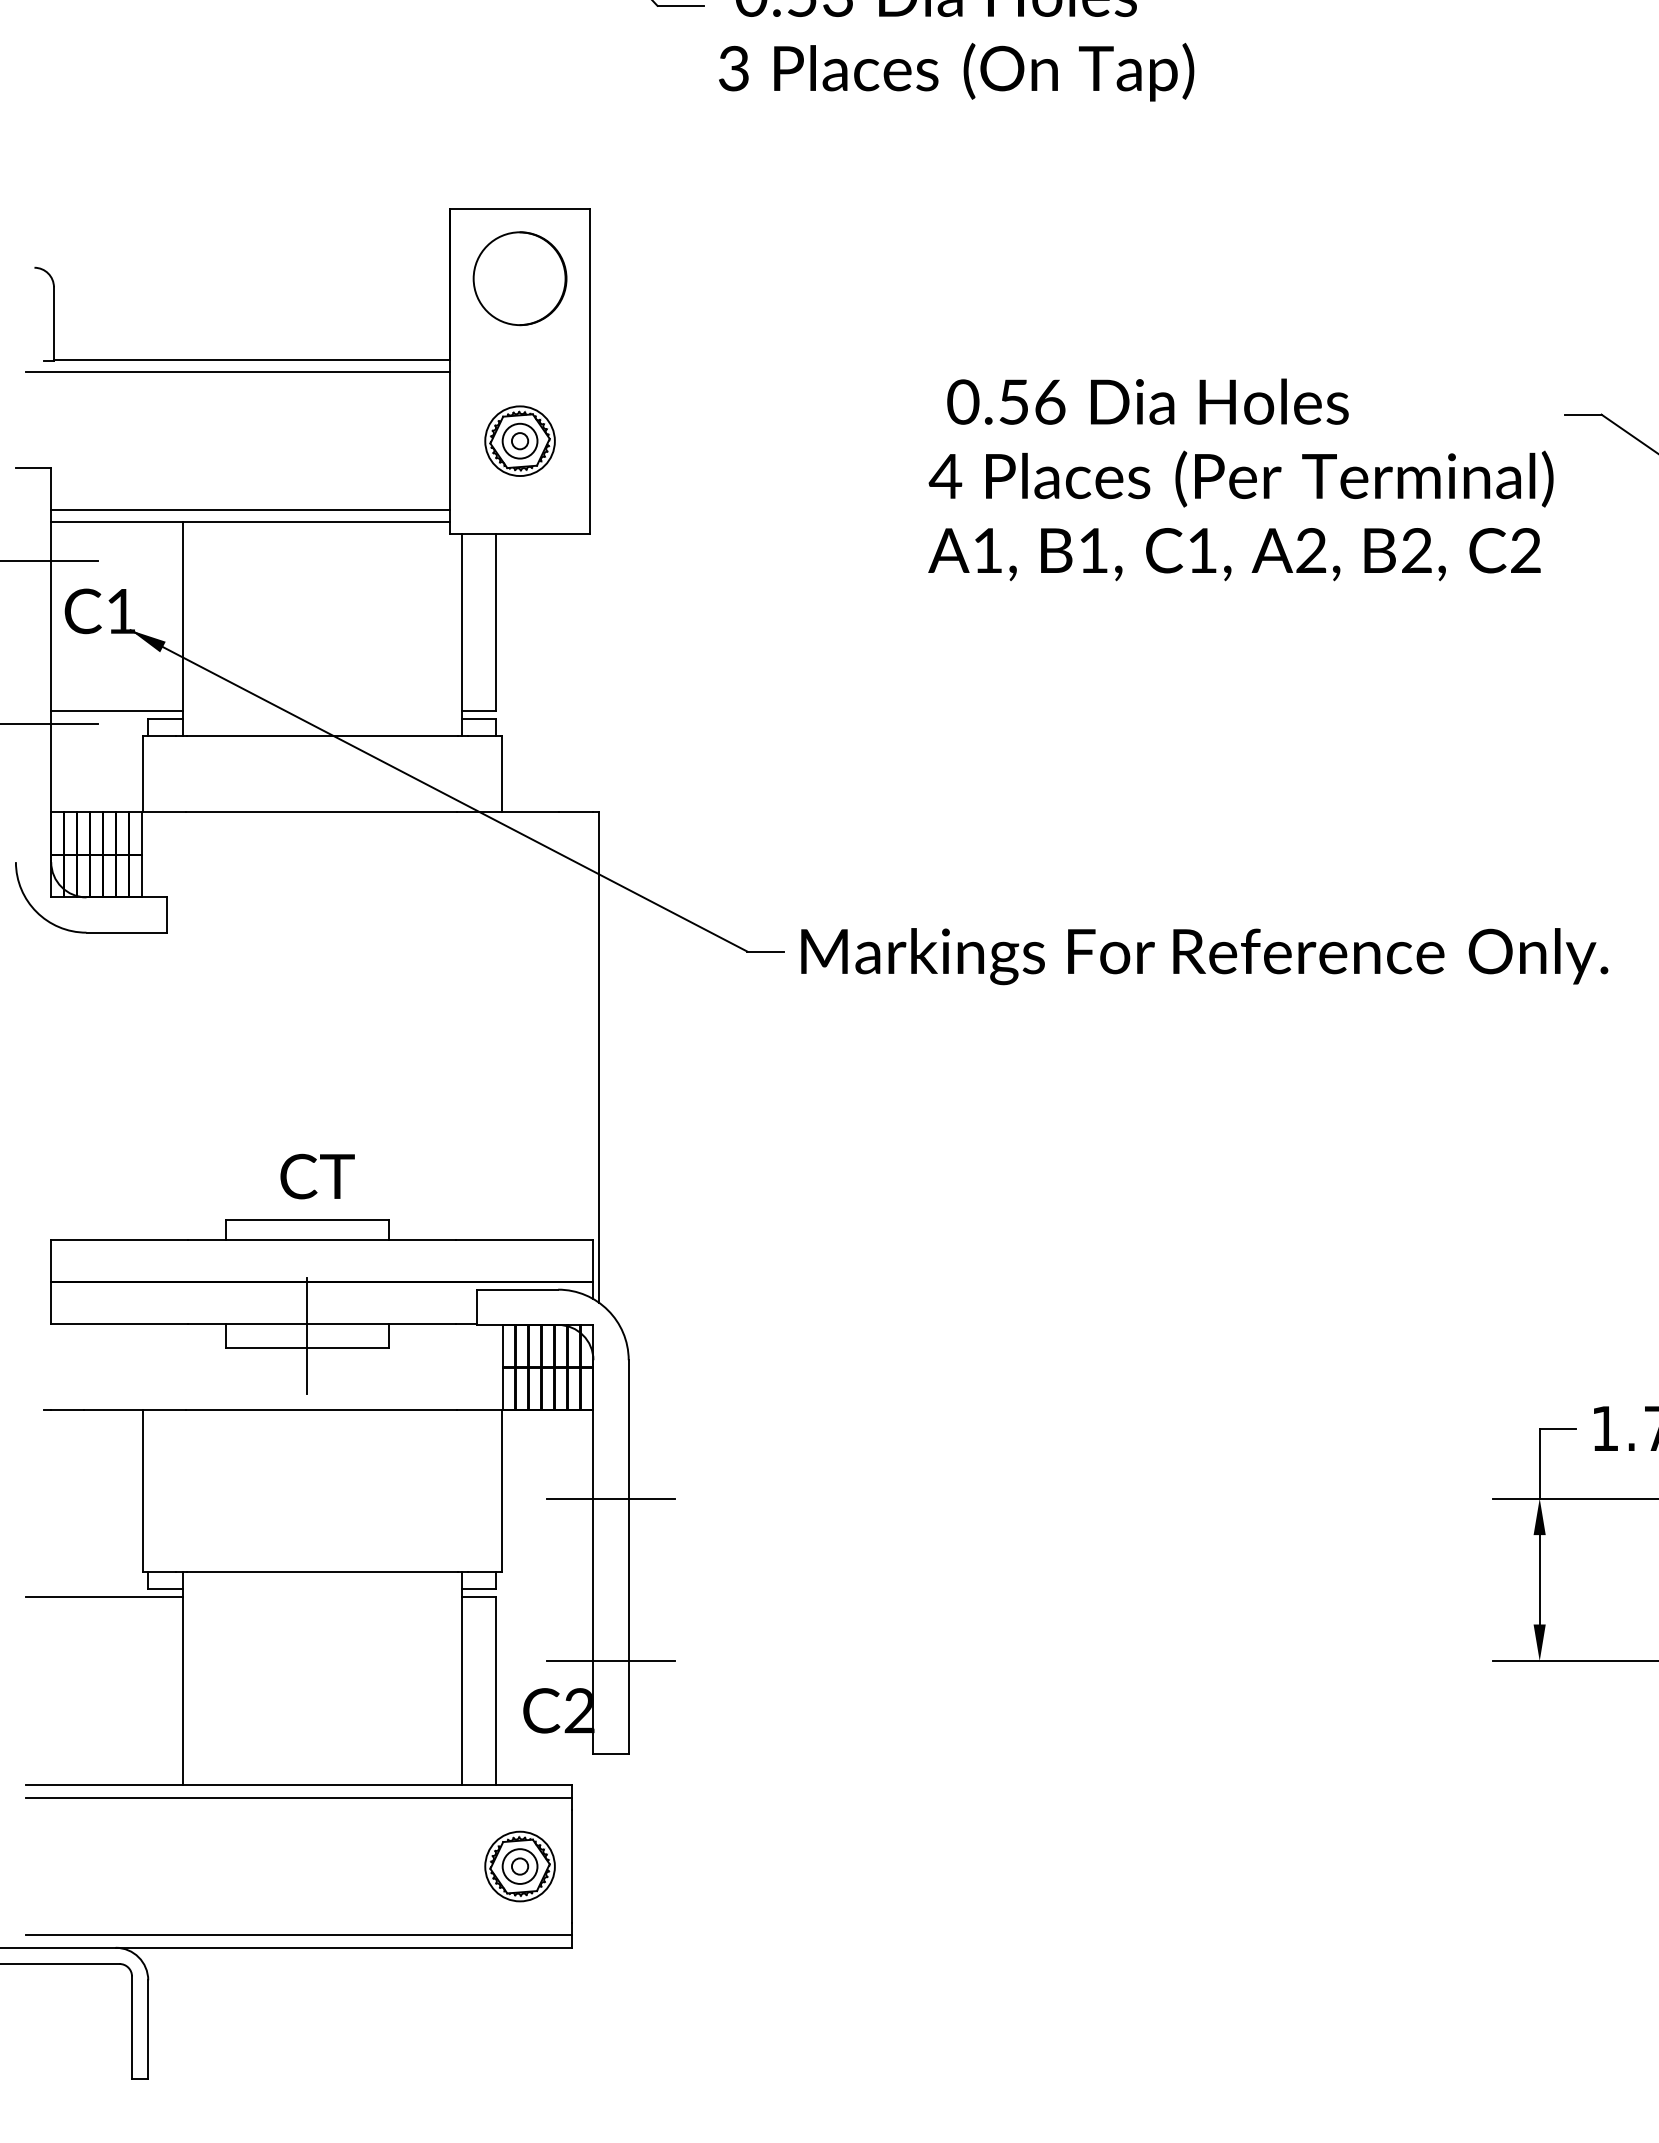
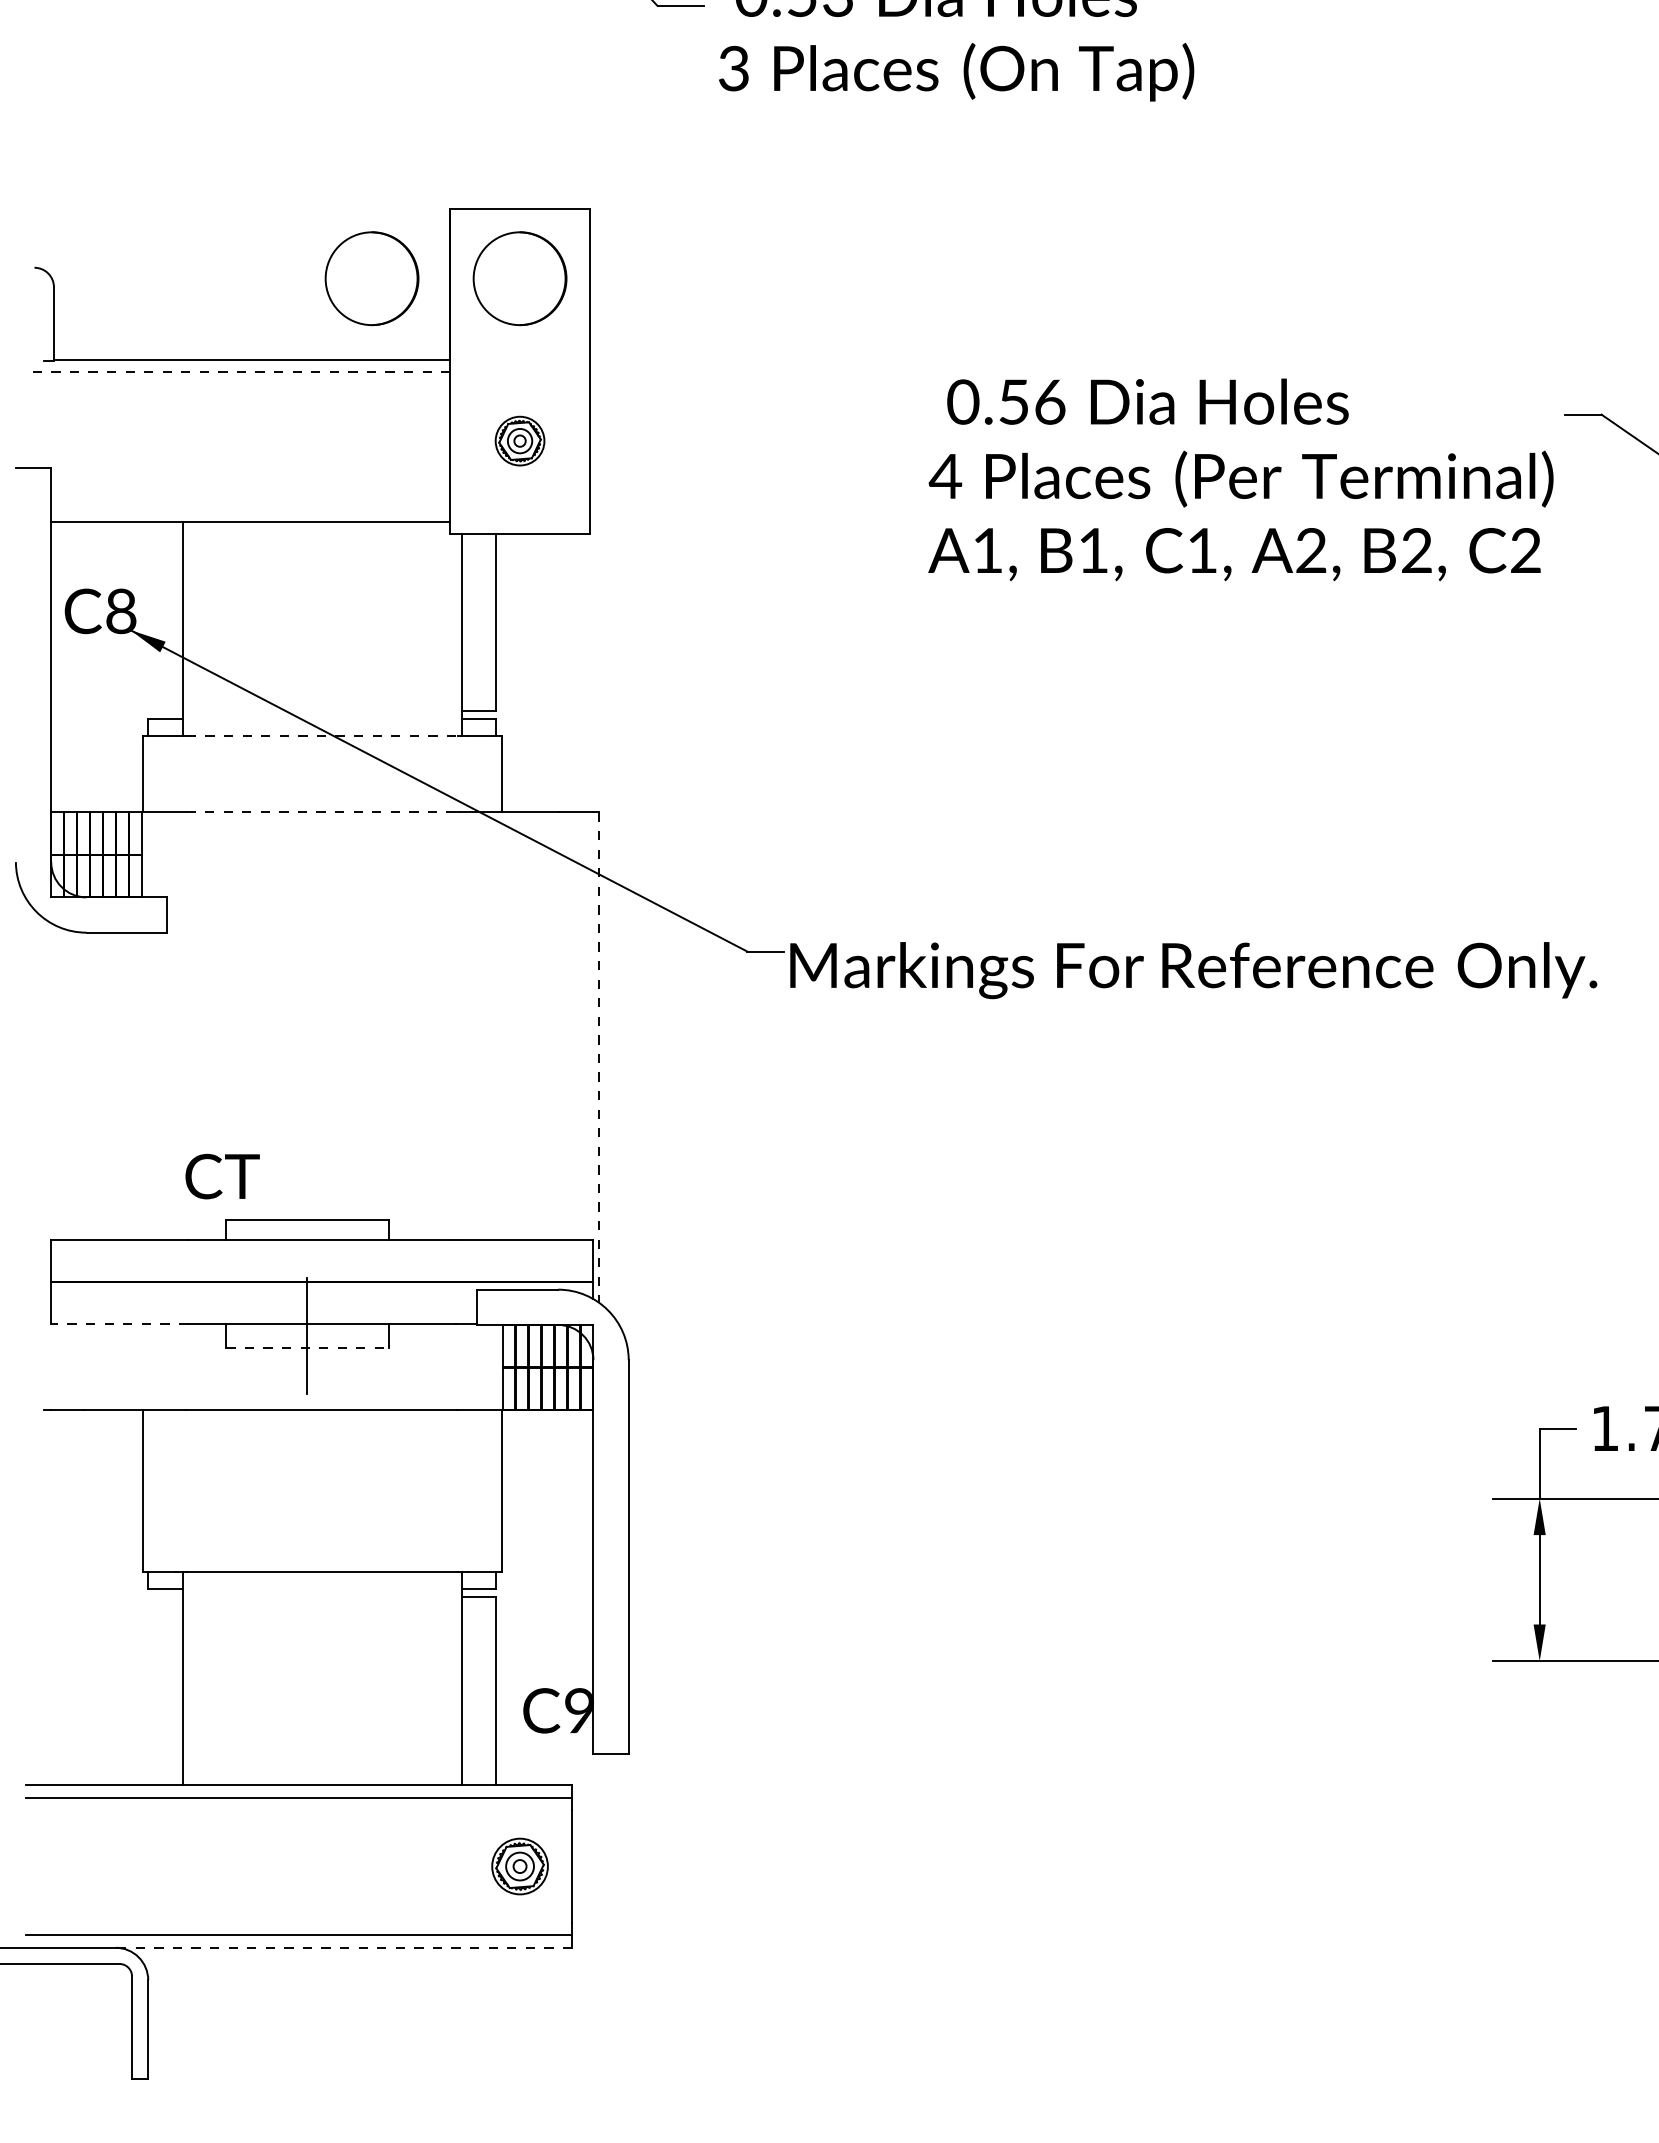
part at (371, 278): none -> present
line at (237, 372): solid -> dashed
part at (519, 440) size: 72x72 px -> 52x52 px
line at (250, 510): present -> none
line at (49, 561): present -> none
text at (121, 611): C1 -> C8
line at (117, 710): present -> none
line at (49, 723): present -> none
line at (322, 736): solid -> dashed
line at (322, 812): solid -> dashed
text at (1204, 956) position: (1204, 956) -> (1193, 970)
line at (599, 1058): solid -> dashed
text at (317, 1176) position: (317, 1176) -> (222, 1176)
line at (119, 1324): solid -> dashed
line at (307, 1347): solid -> dashed
line at (611, 1498): present -> none
line at (104, 1596): present -> none
line at (611, 1661): present -> none
text at (579, 1710): C2 -> C9
part at (519, 1866) size: 72x73 px -> 58x59 px
line at (343, 1947): solid -> dashed
